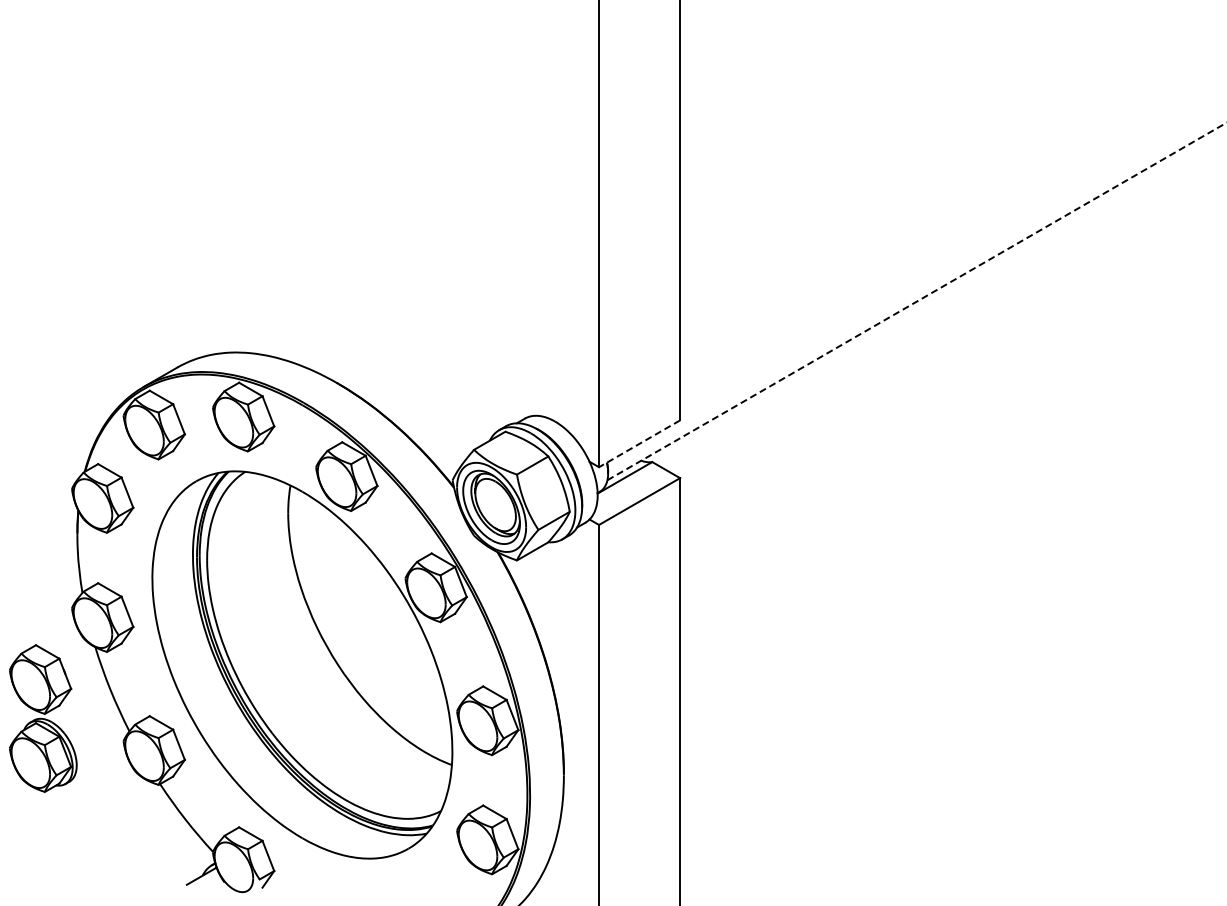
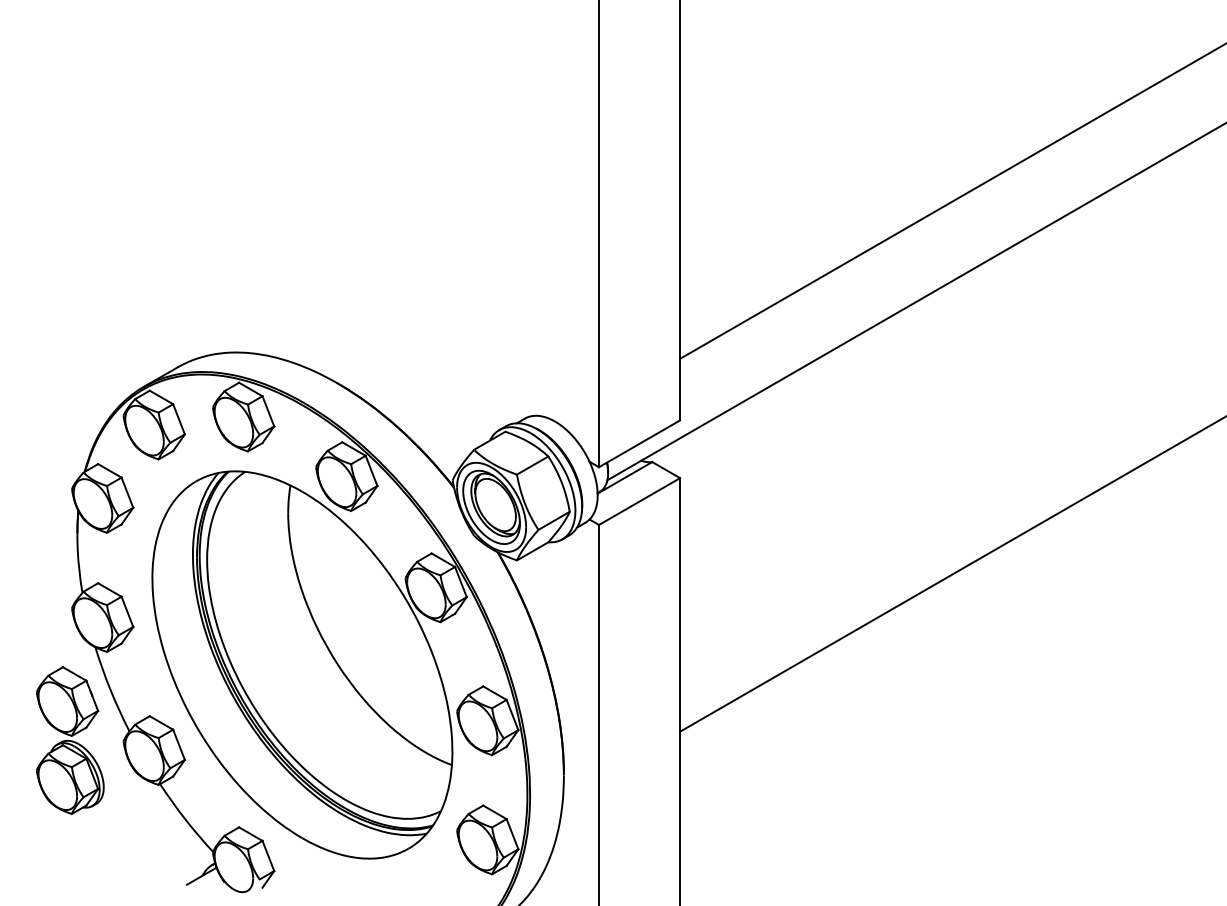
line at (951, 201): none -> present
line at (917, 301): dashed -> solid
line at (639, 443): dashed -> solid
line at (951, 574): none -> present
part at (43, 718) position: (43, 718) -> (70, 740)
